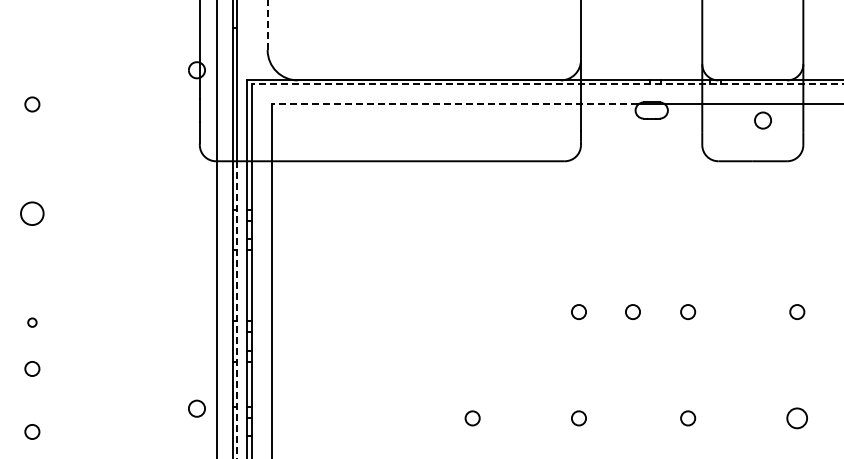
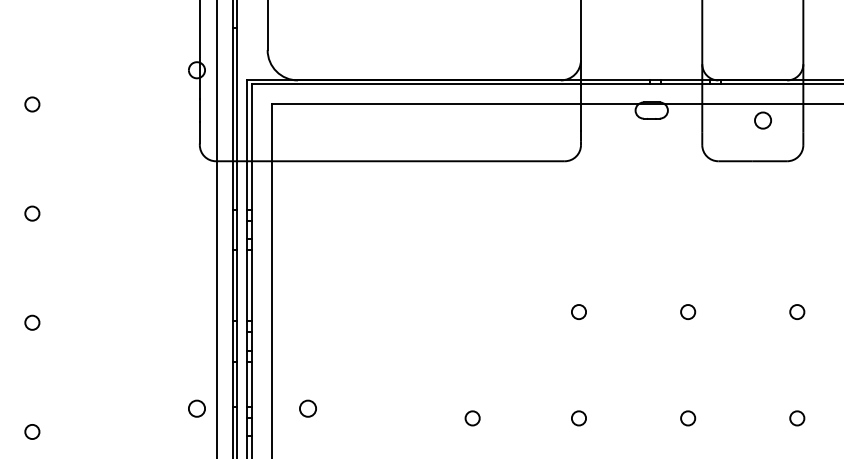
line at (267, 25): dashed -> solid
line at (547, 84): dashed -> solid
line at (454, 104): dashed -> solid
circle at (32, 213) size: 25x25 px -> 17x17 px
line at (237, 310): dashed -> solid
circle at (632, 311): present -> none
circle at (32, 322) size: 11x11 px -> 17x17 px
circle at (32, 368): present -> none
circle at (307, 408): none -> present
circle at (796, 418) size: 22x23 px -> 17x17 px
